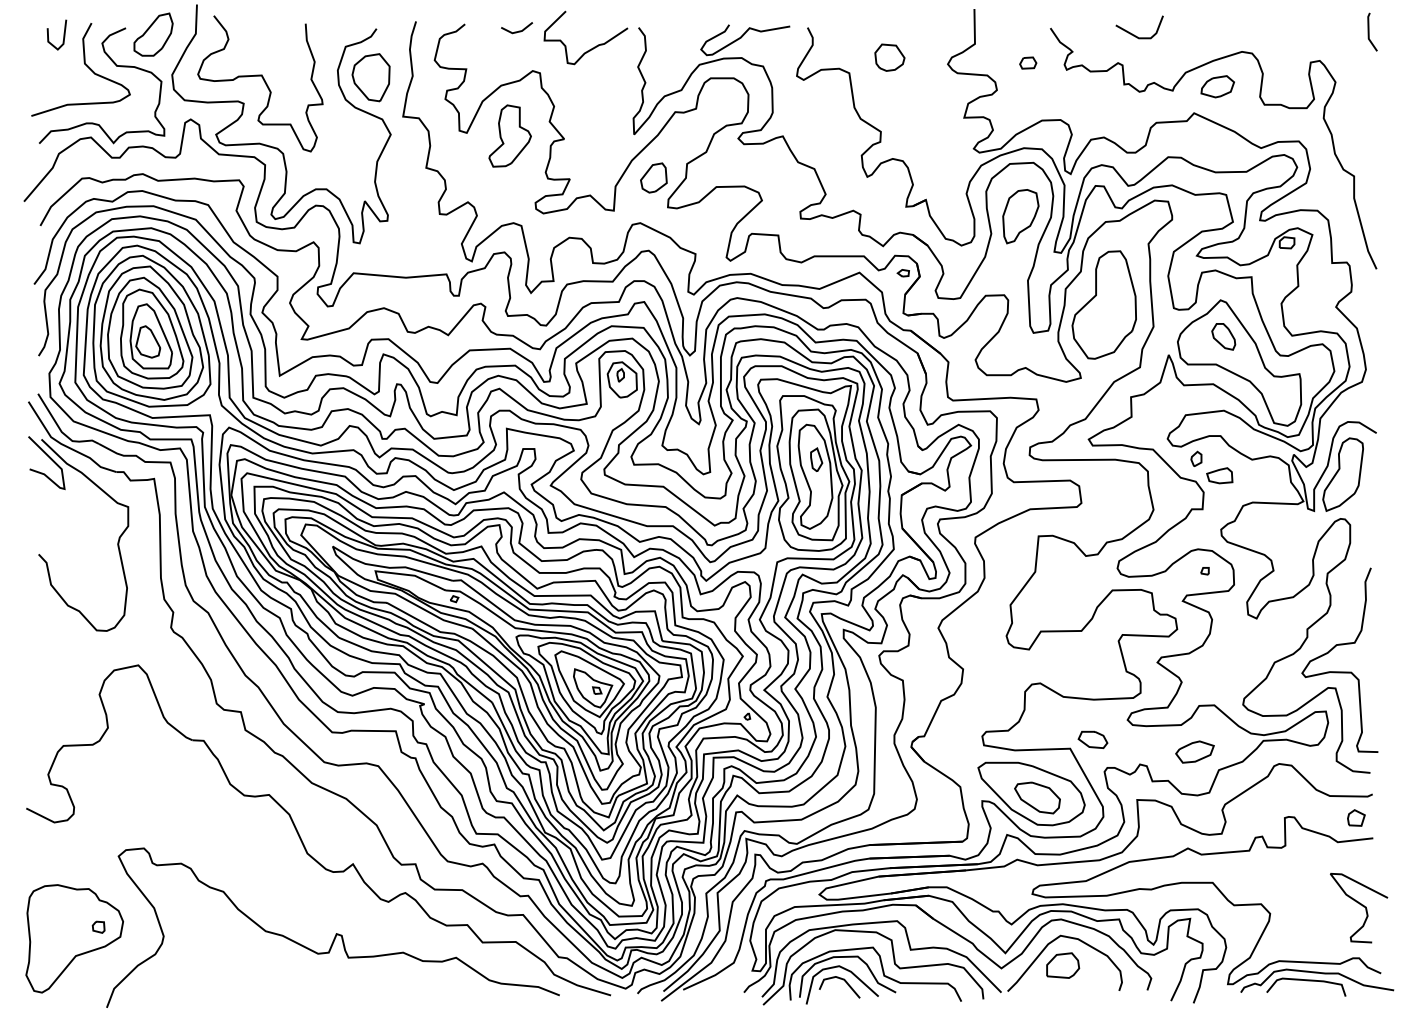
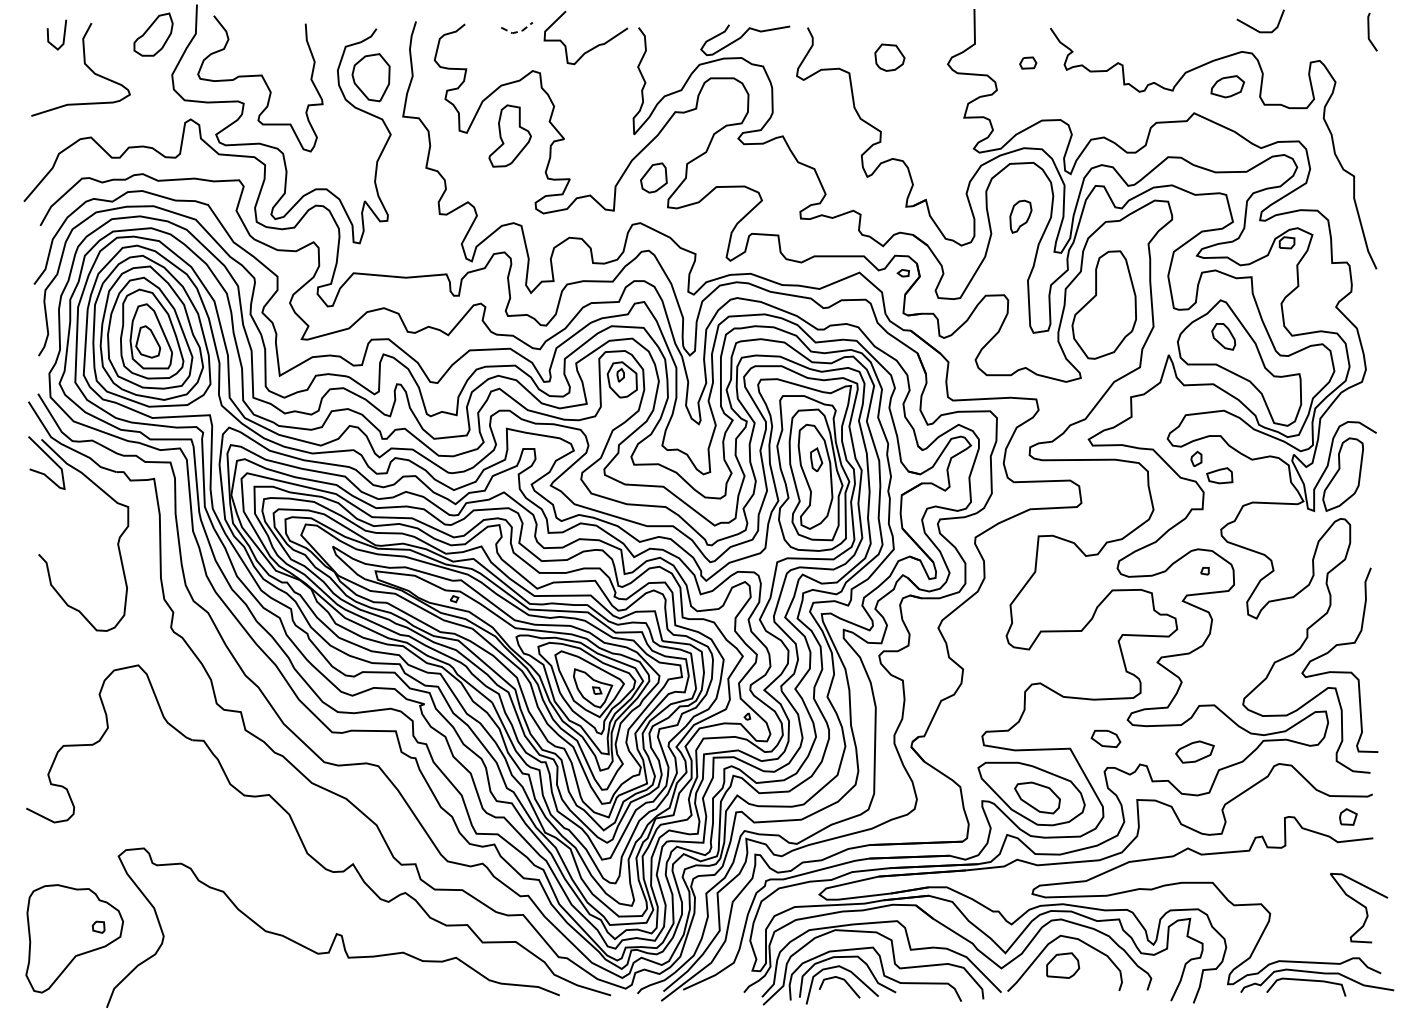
line at (518, 31): solid -> dashed
line at (1136, 35) position: (1136, 35) -> (1257, 29)
curve at (116, 66): present -> none
part at (1217, 86) position: (1217, 86) -> (1227, 86)
part at (1020, 216) size: 38x56 px -> 24x35 px
part at (1092, 739) position: (1092, 739) -> (1105, 738)
part at (1356, 817) position: (1356, 817) -> (1348, 816)
